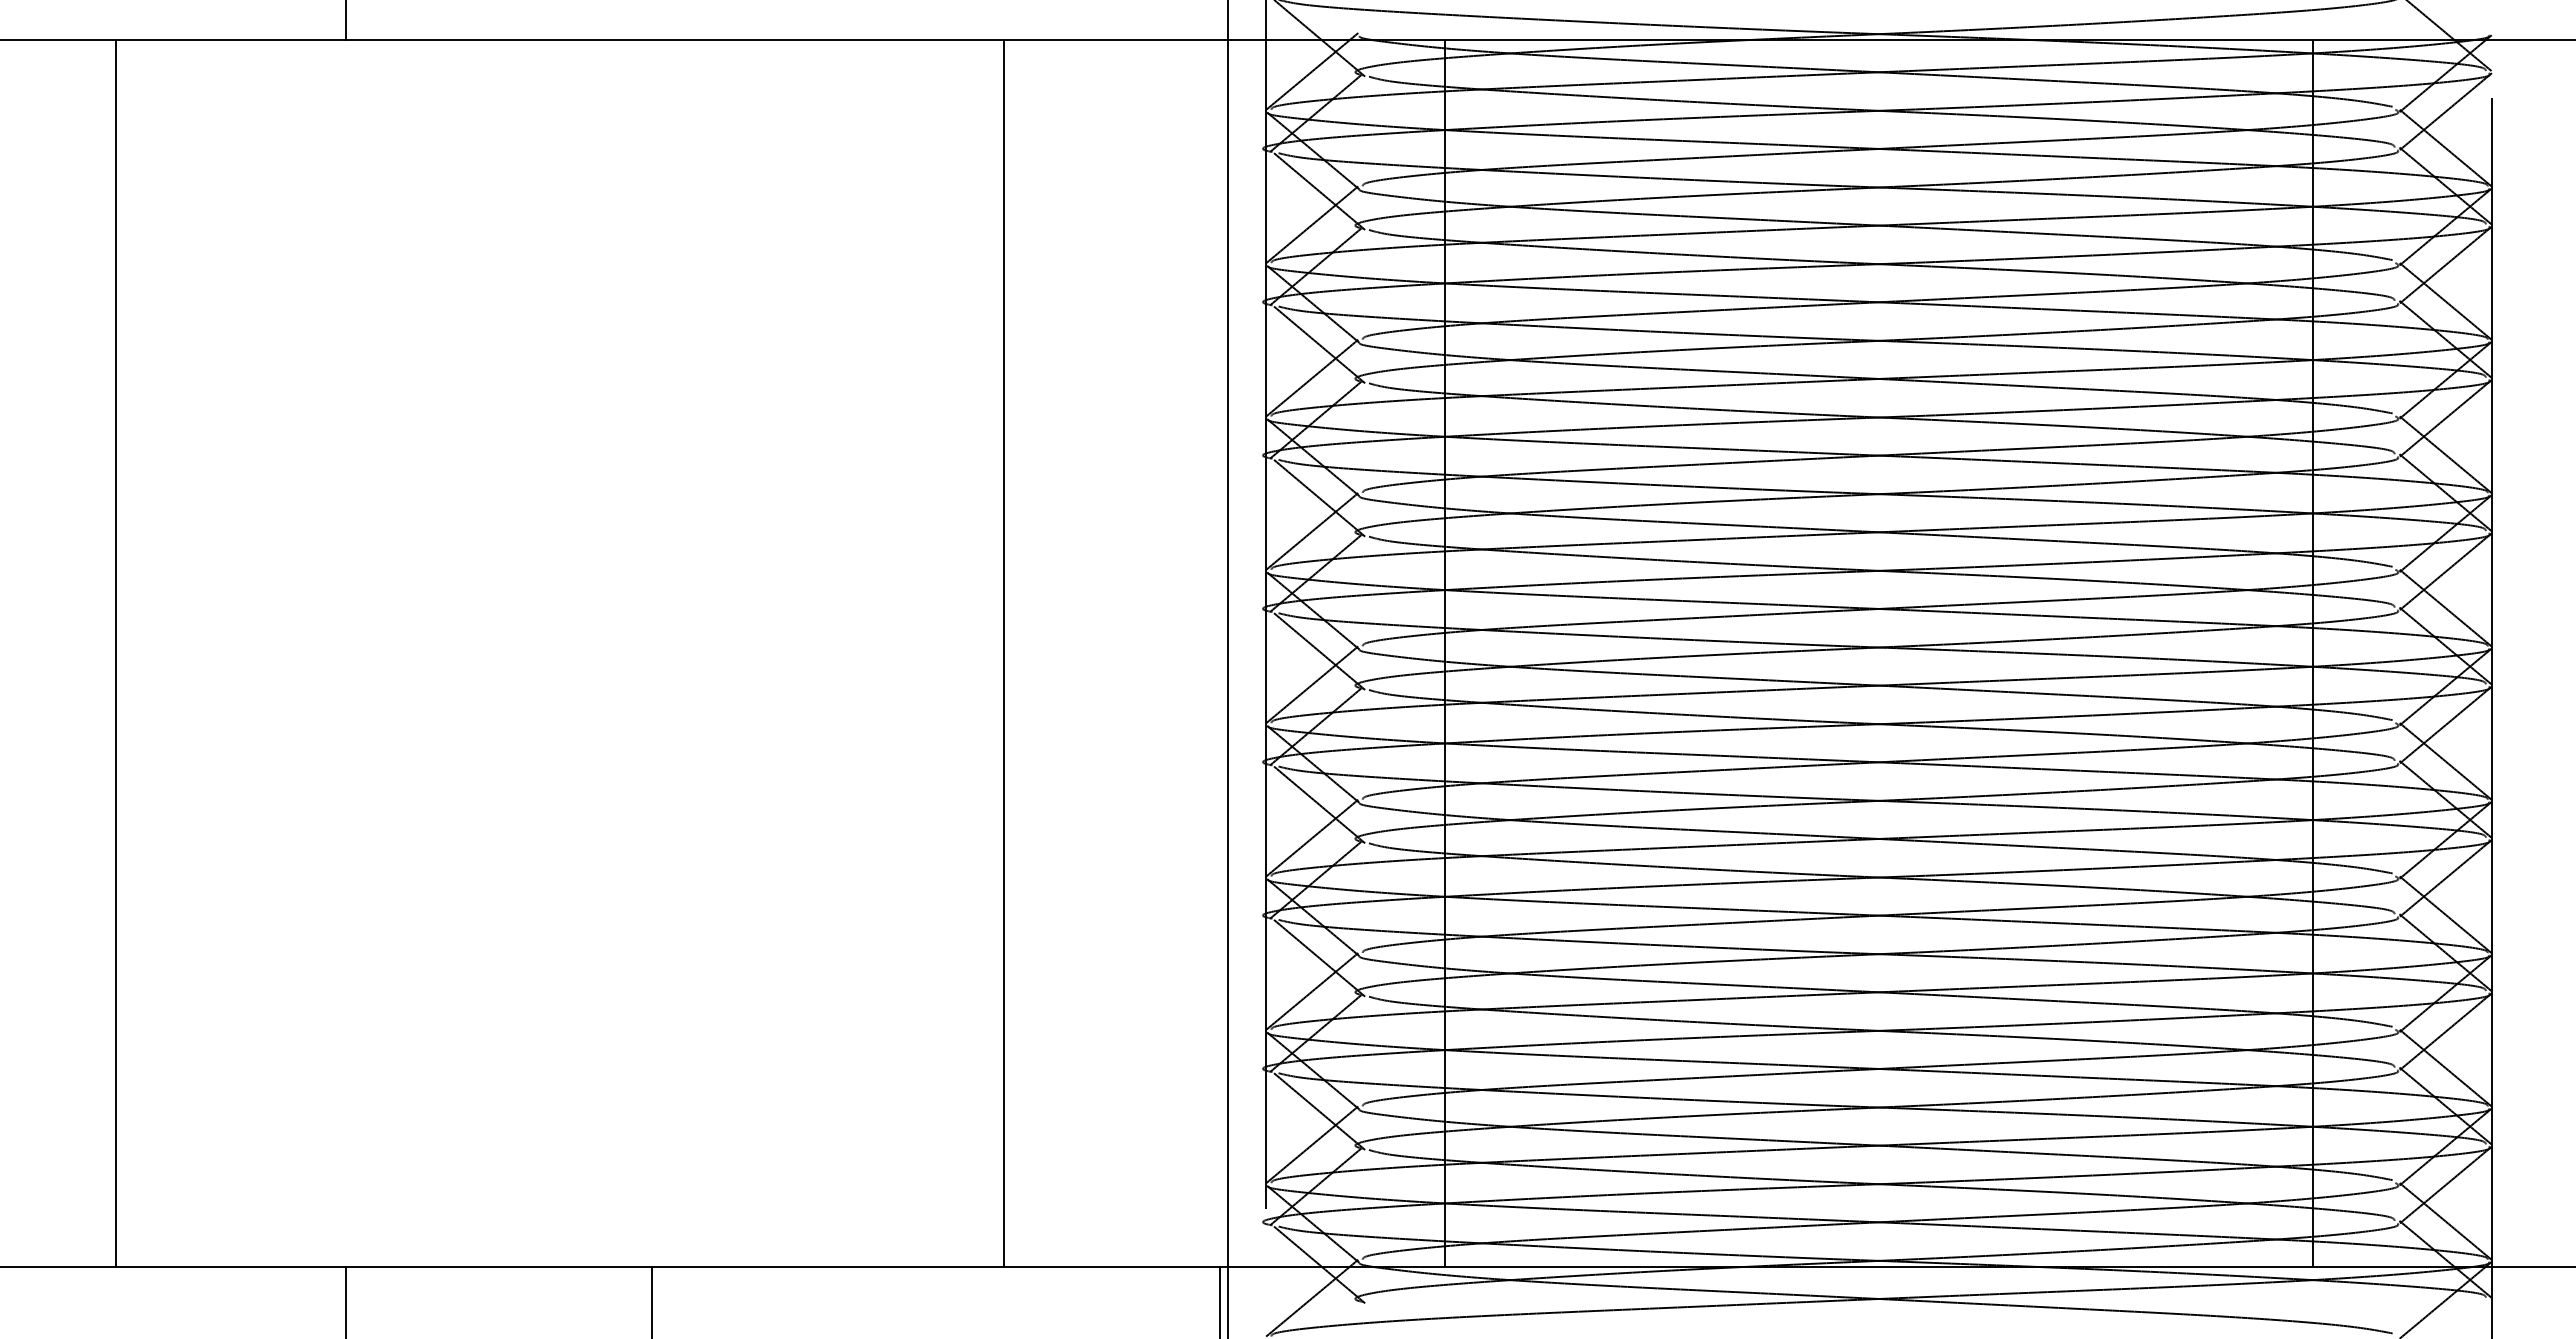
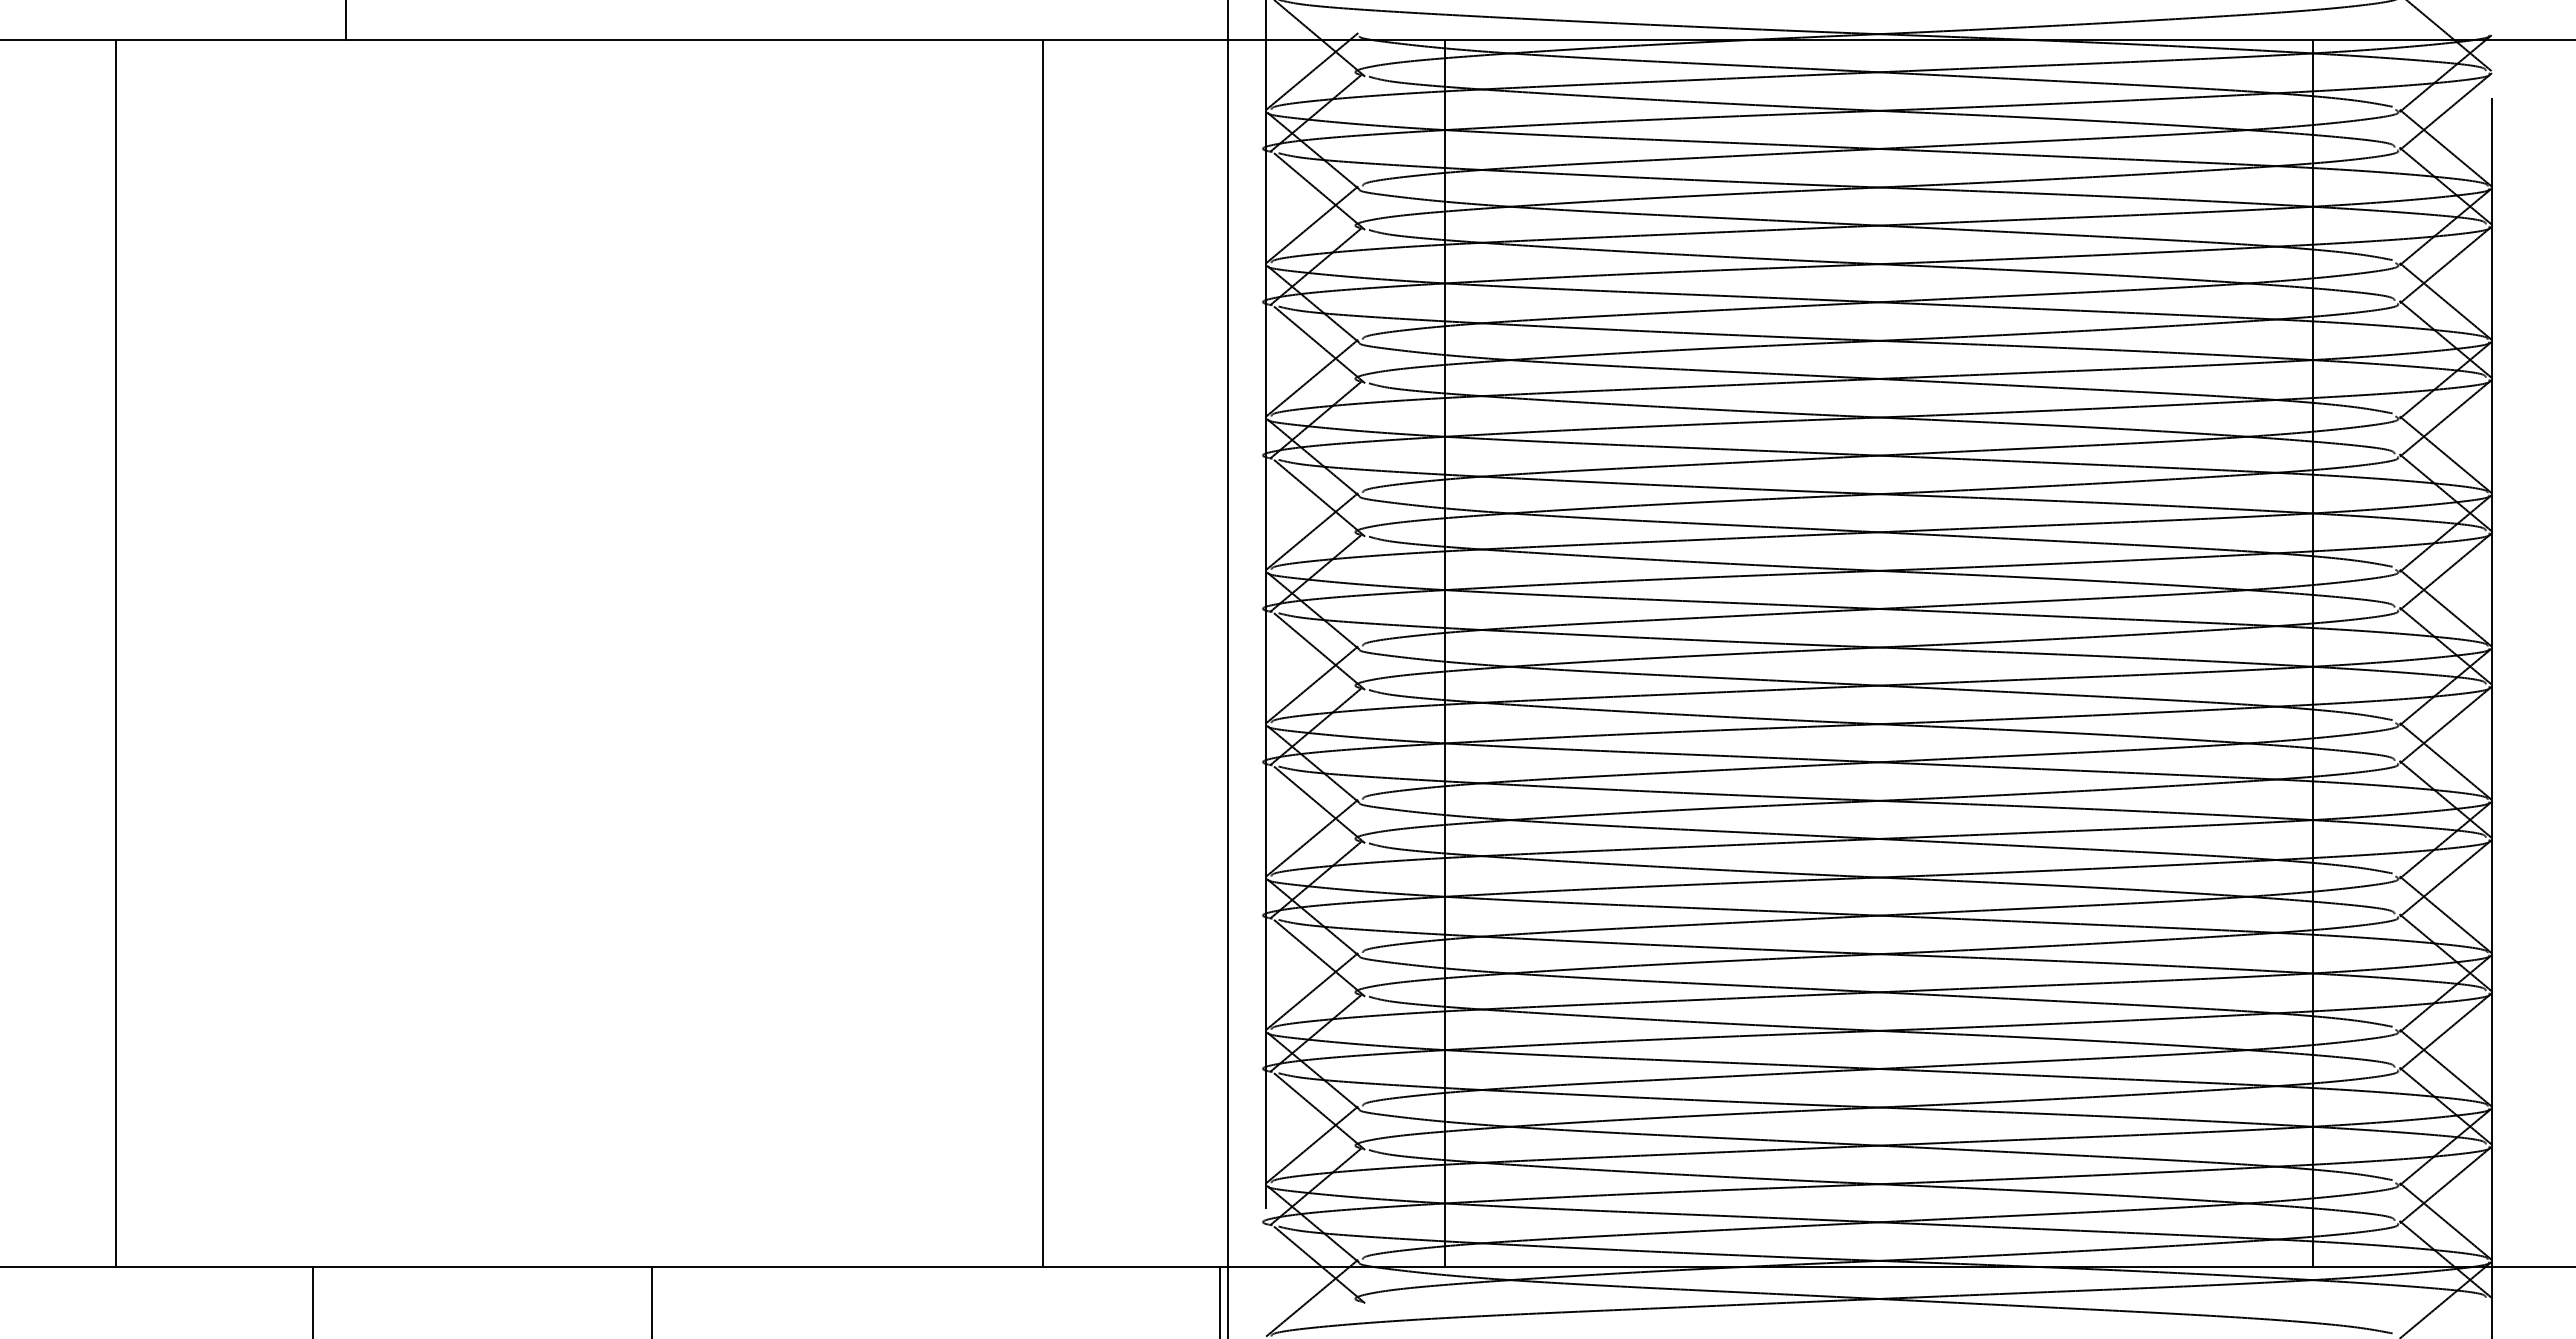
line at (1003, 653) position: (1003, 653) -> (1042, 653)
line at (345, 1300) position: (345, 1300) -> (312, 1300)
